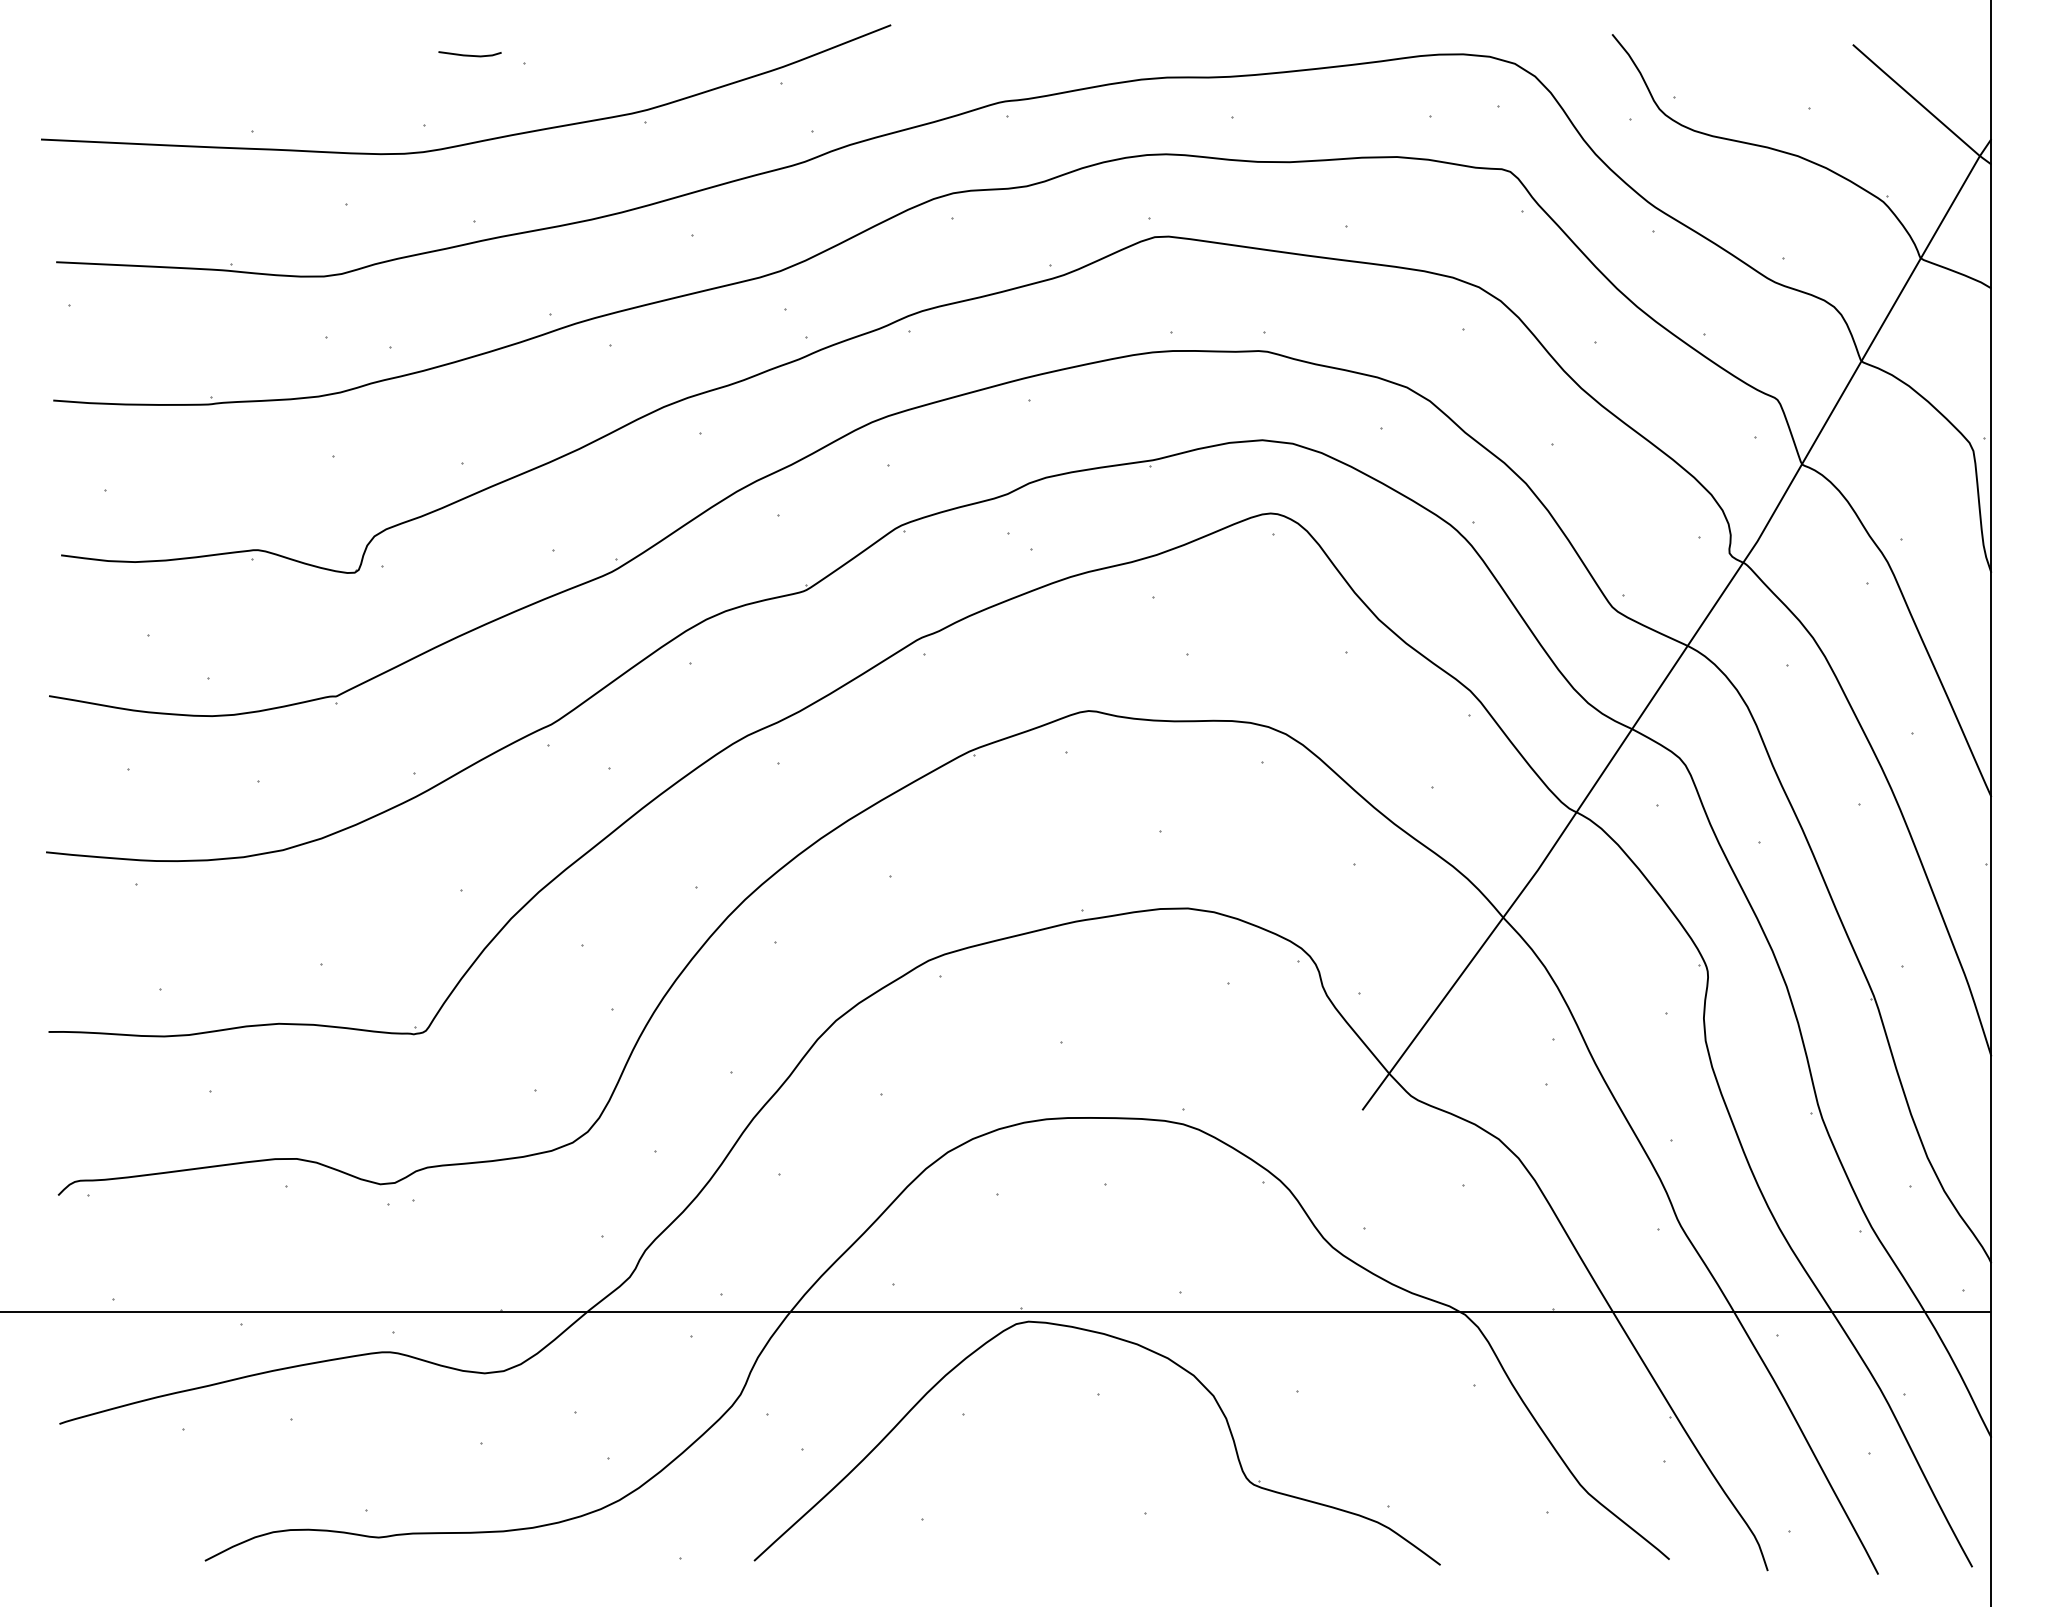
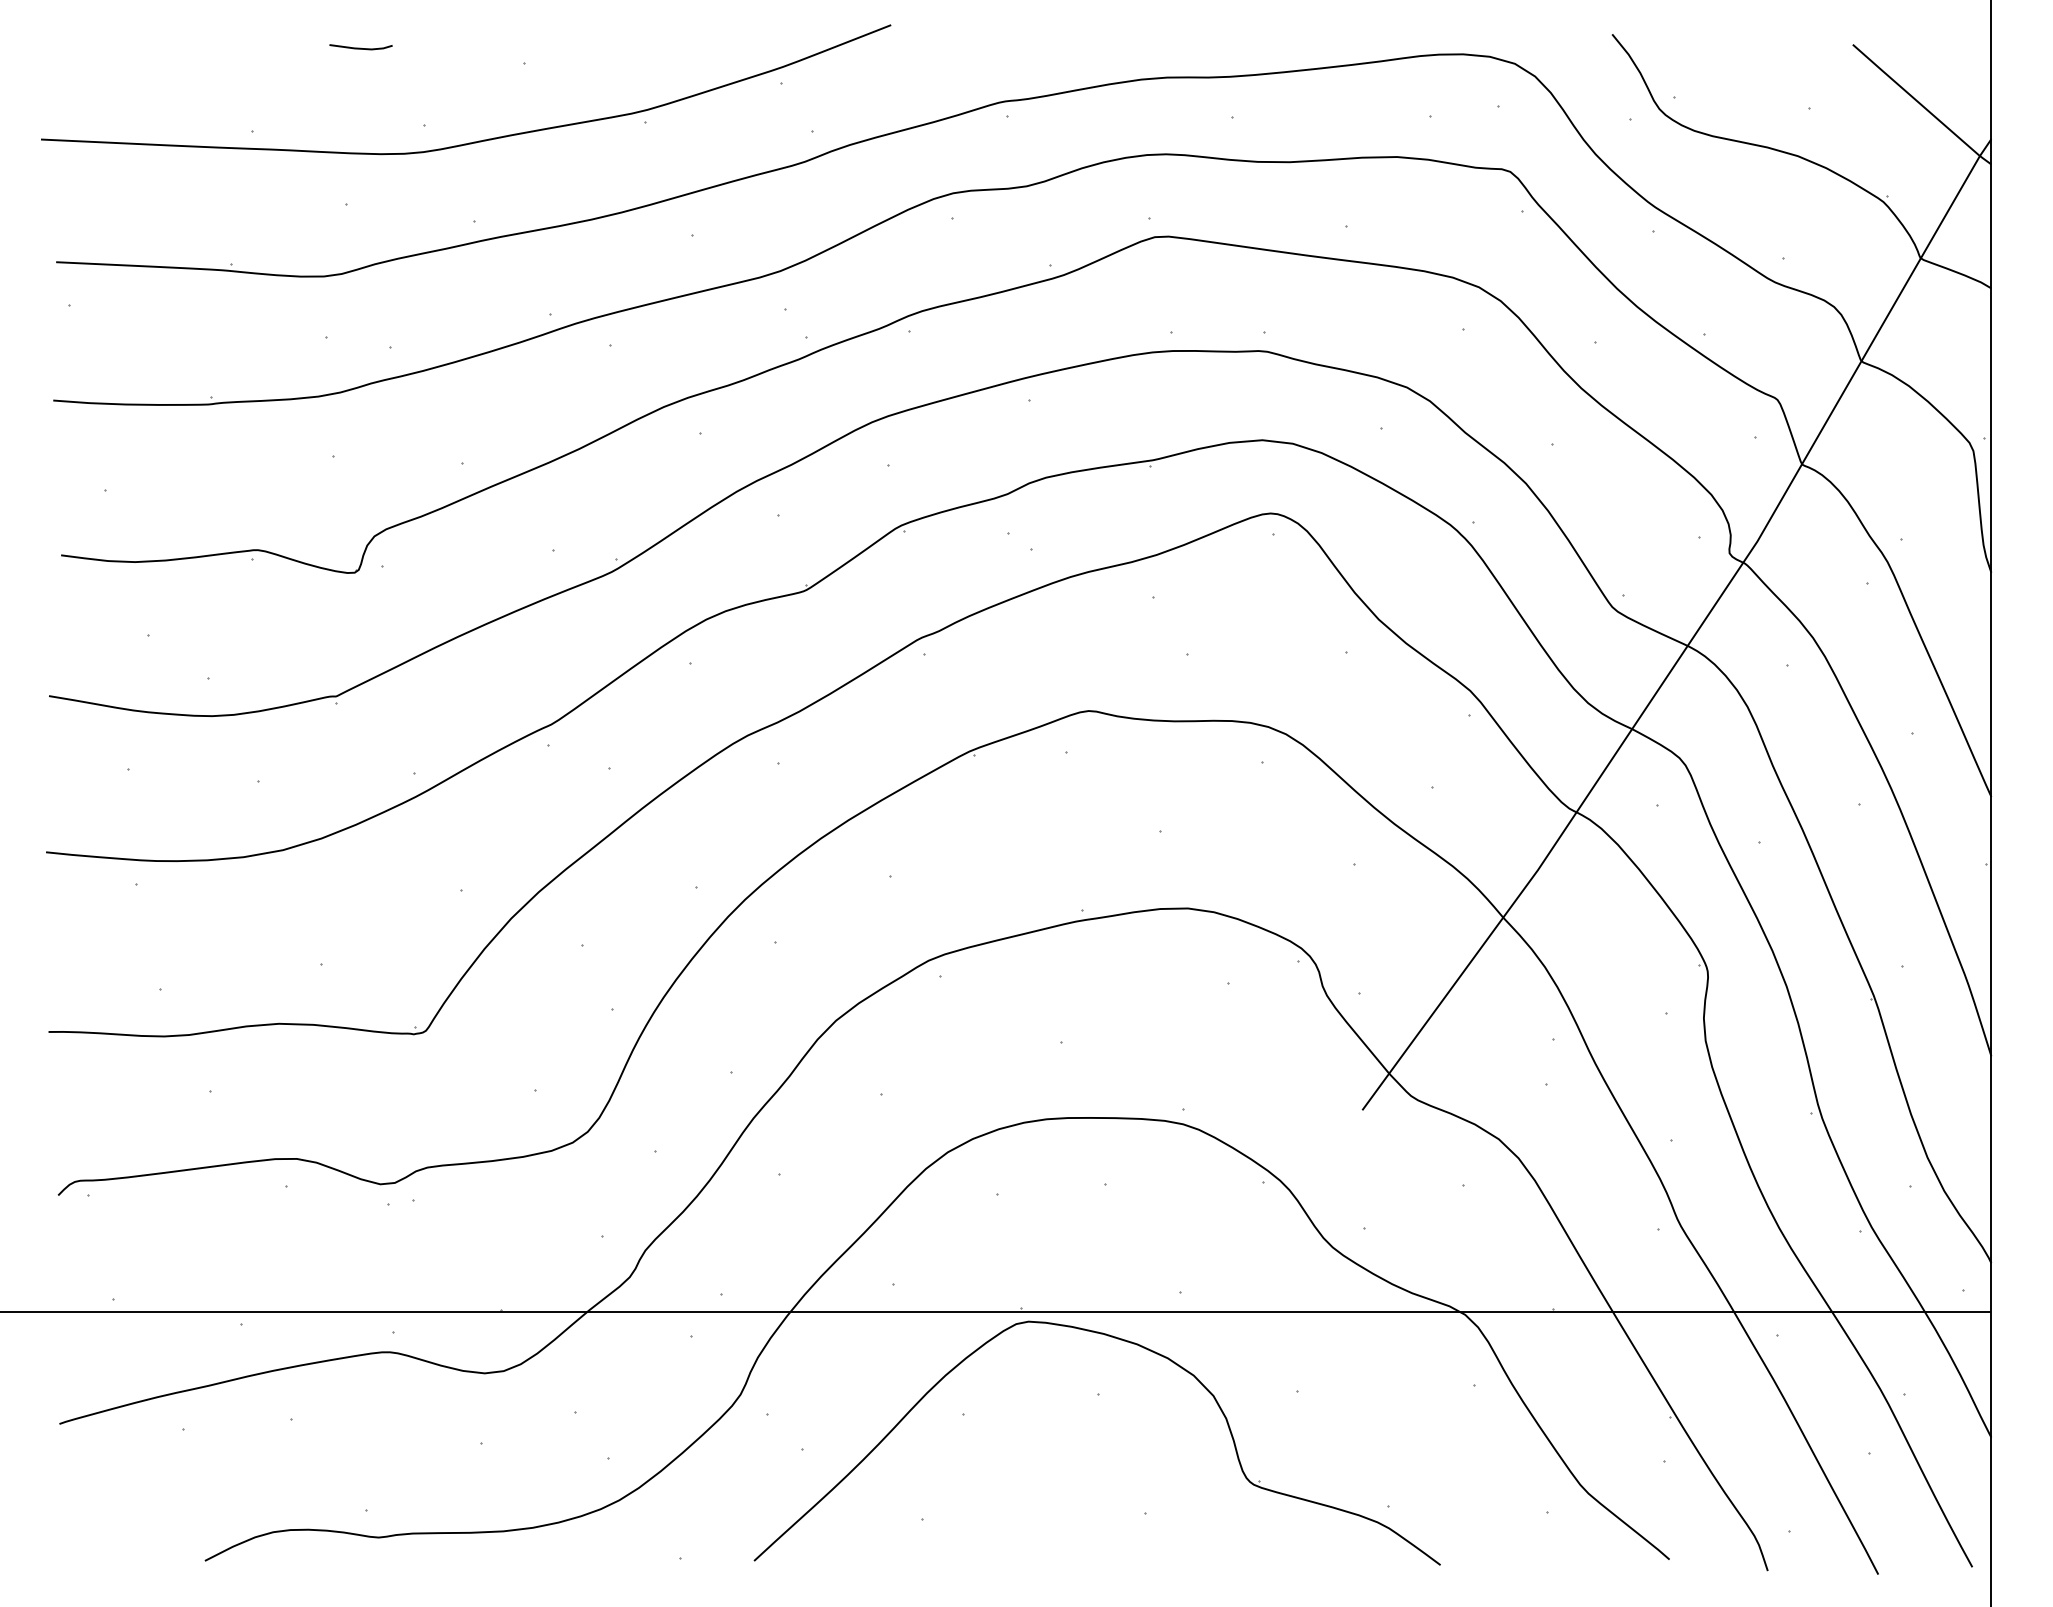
line at (469, 54) position: (469, 54) -> (360, 47)
